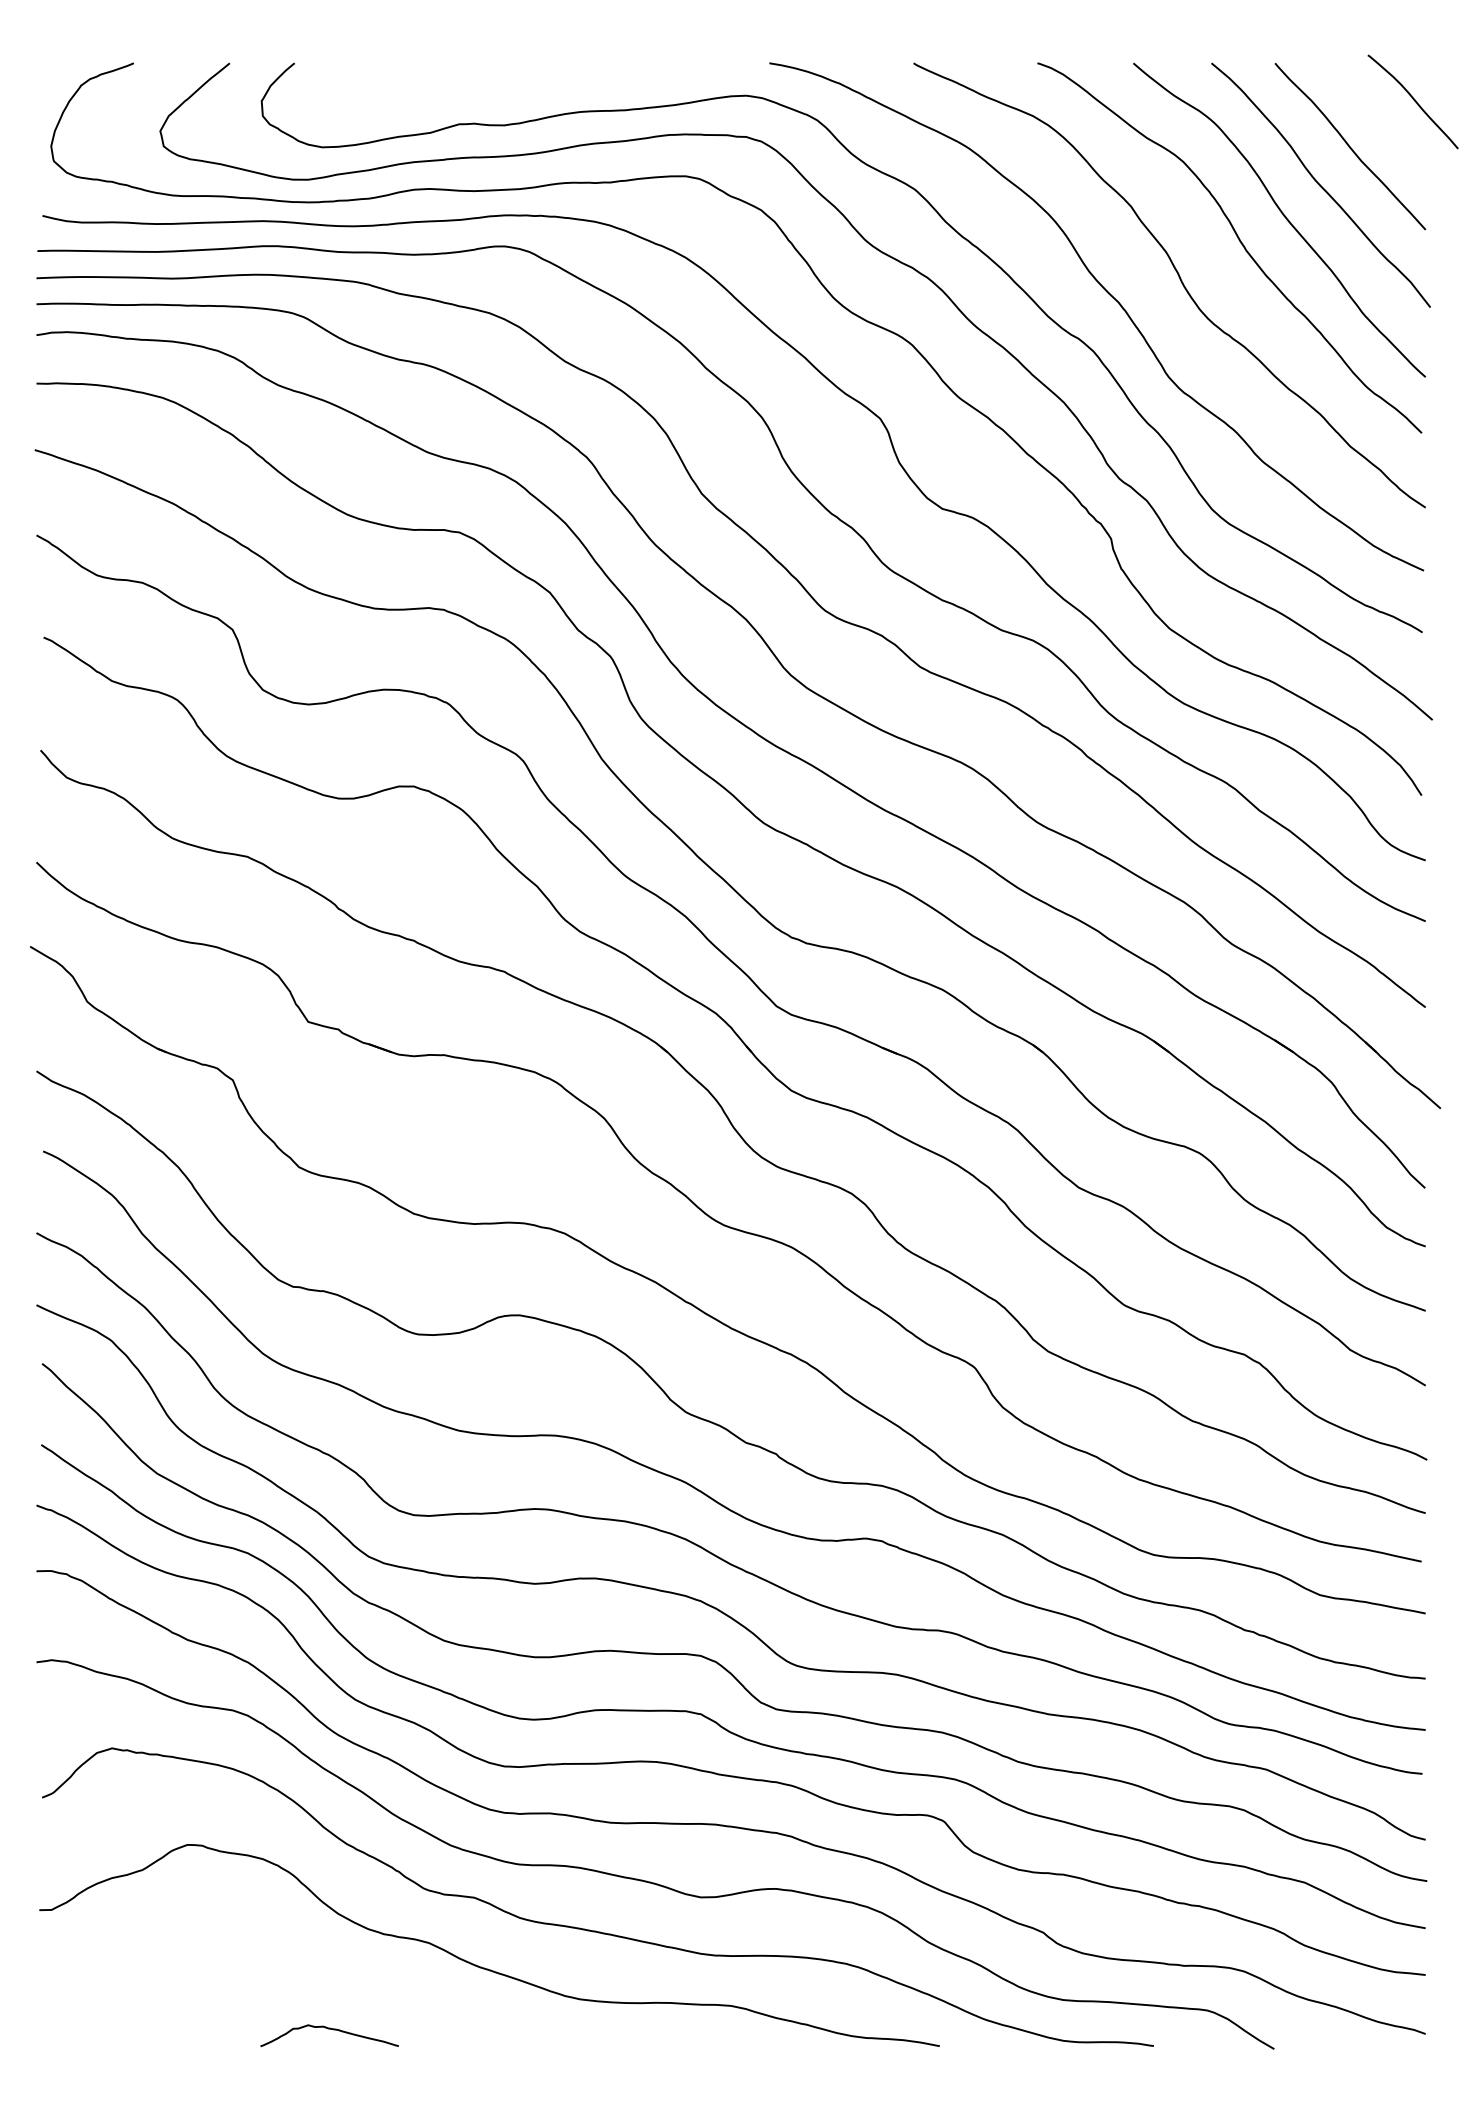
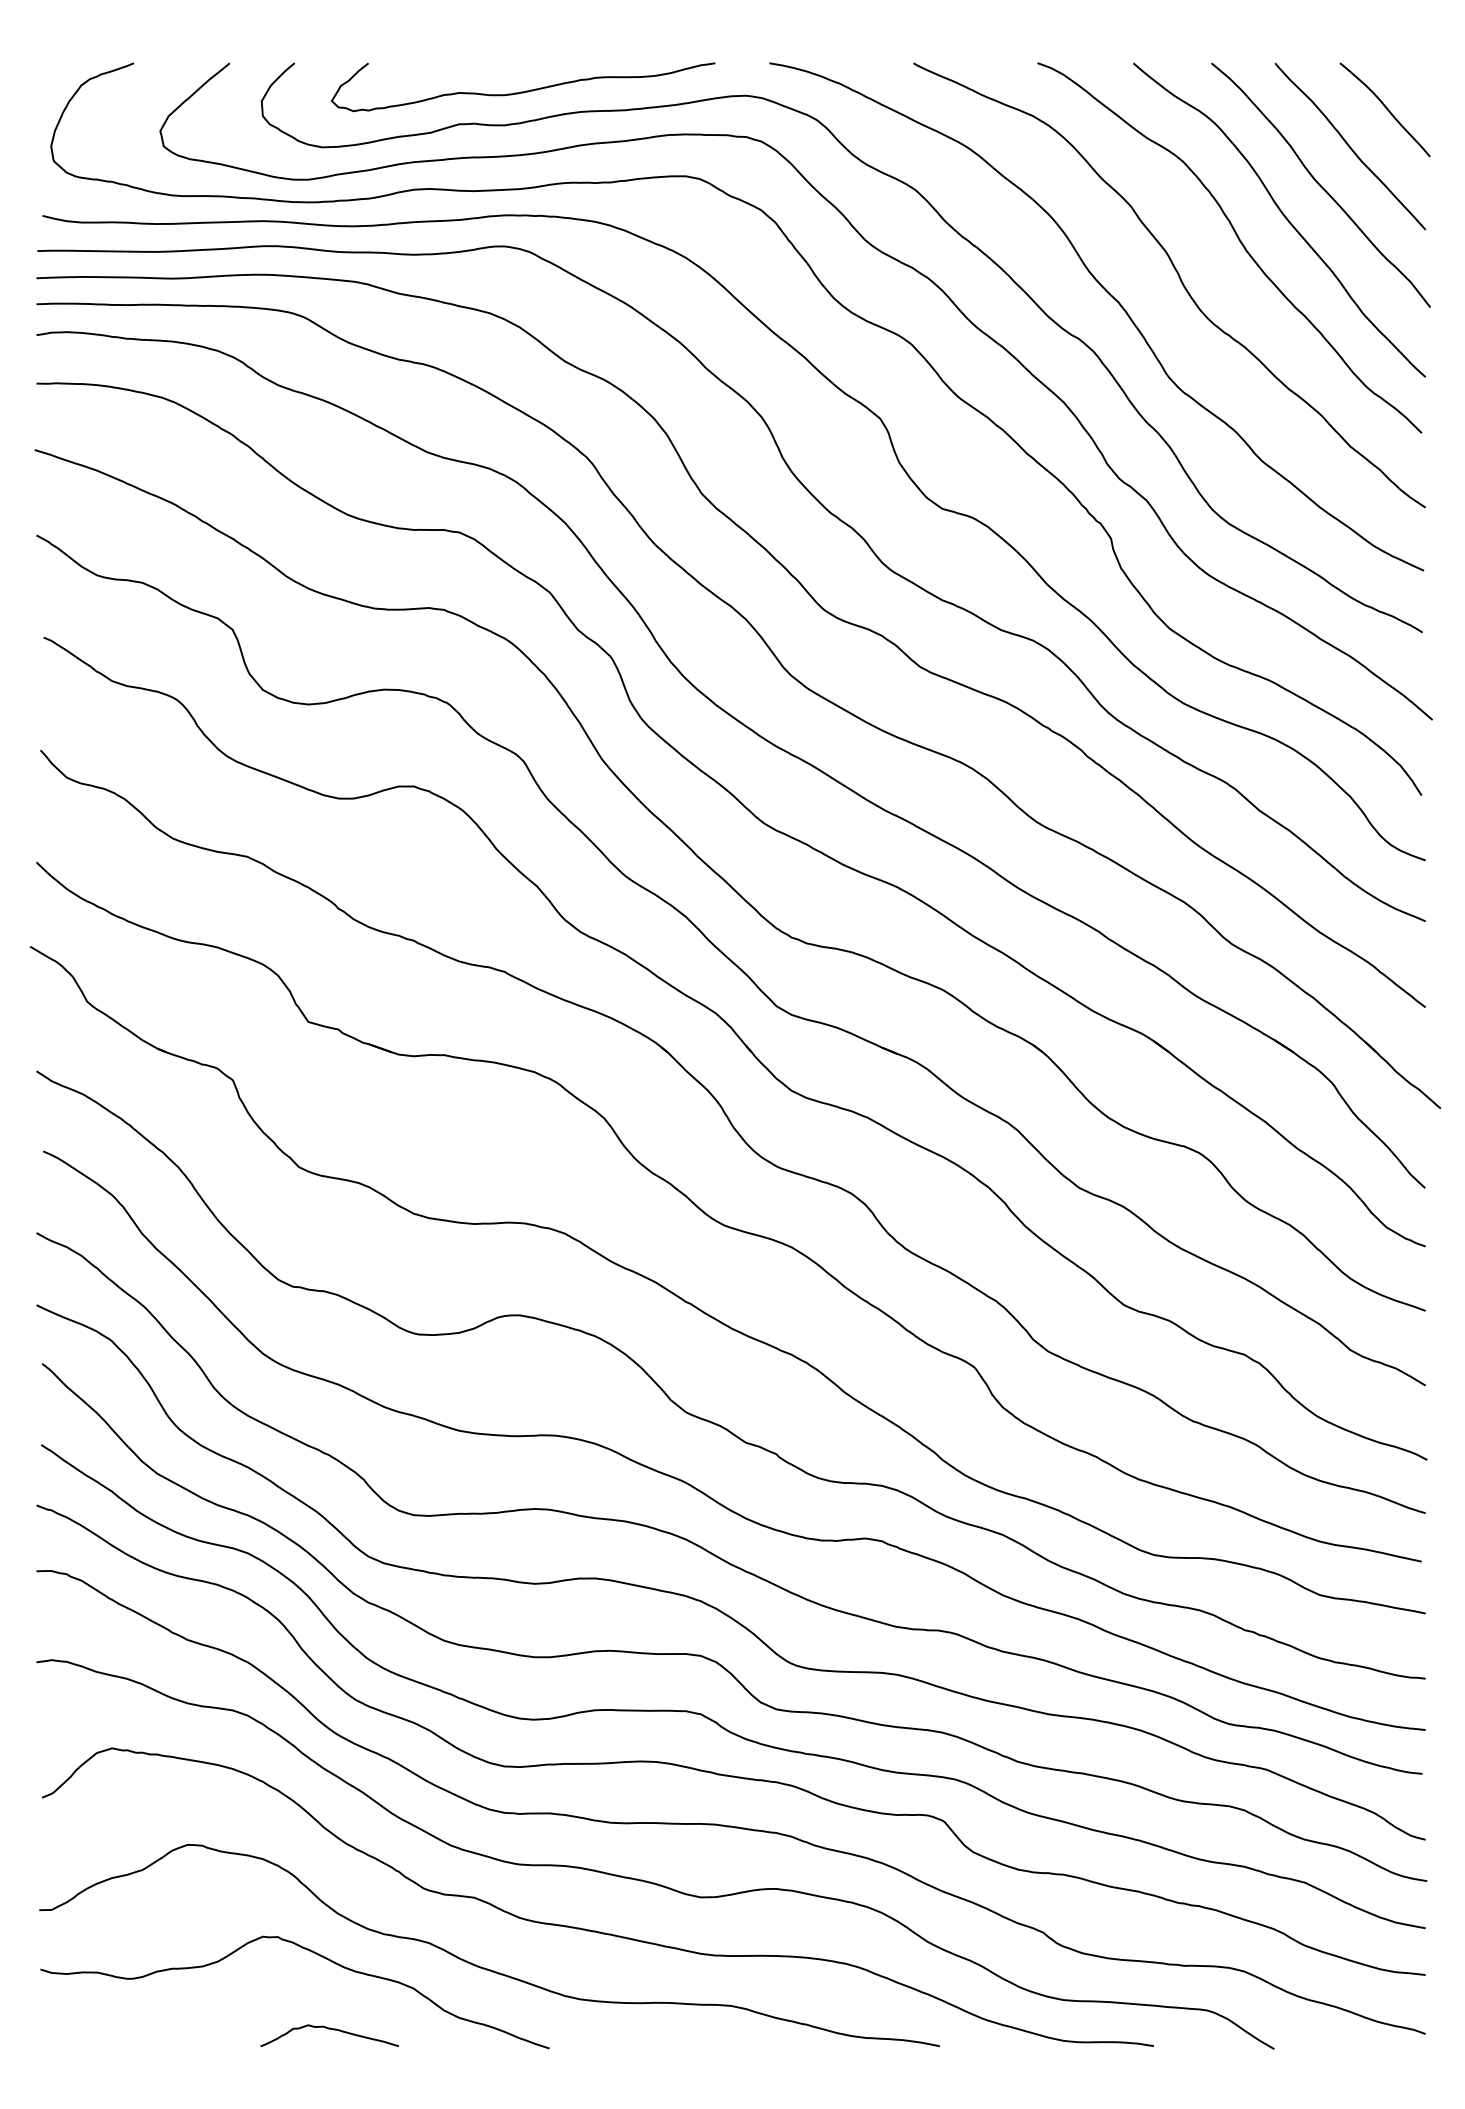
curve at (523, 91): none -> present
curve at (1413, 100) position: (1413, 100) -> (1385, 108)
curve at (313, 1953): none -> present
